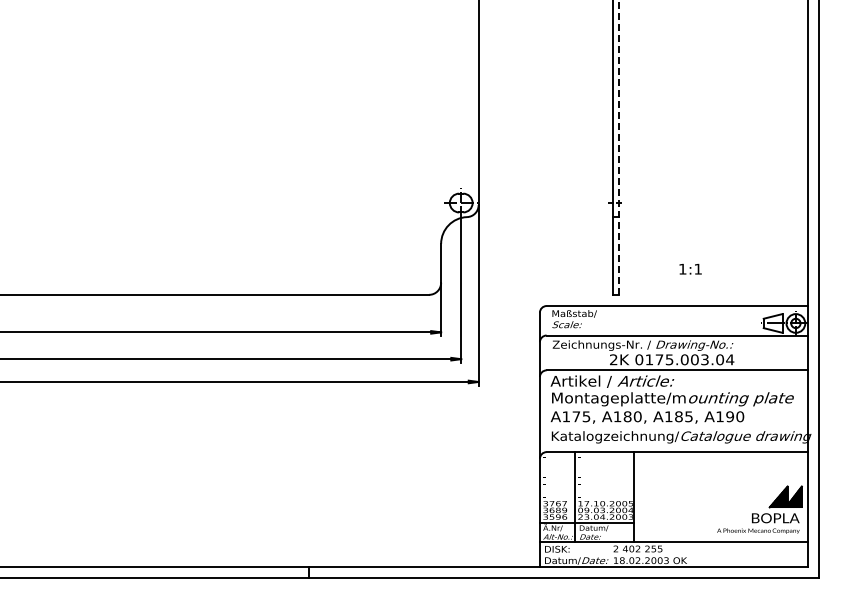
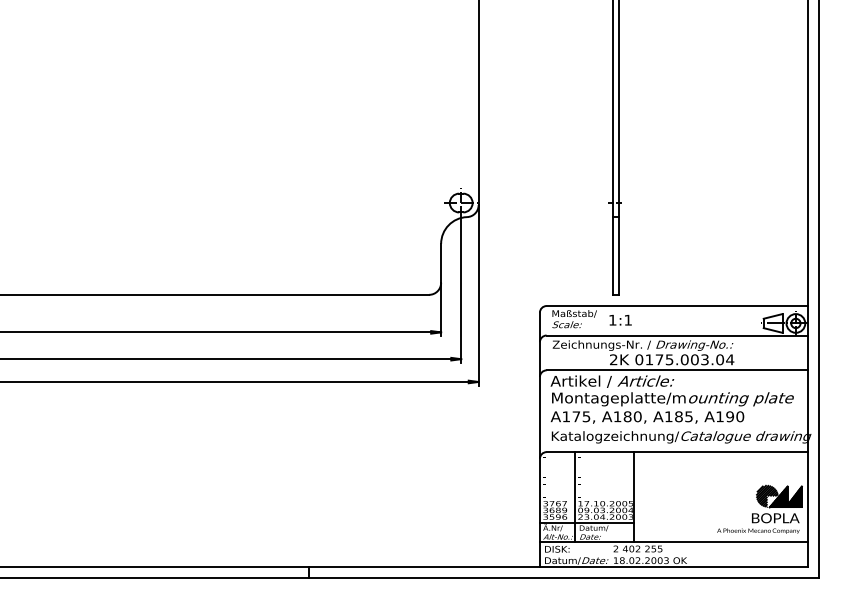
line at (618, 146): dashed -> solid
text at (690, 269) position: (690, 269) -> (620, 320)
hatch at (767, 496): none -> present
